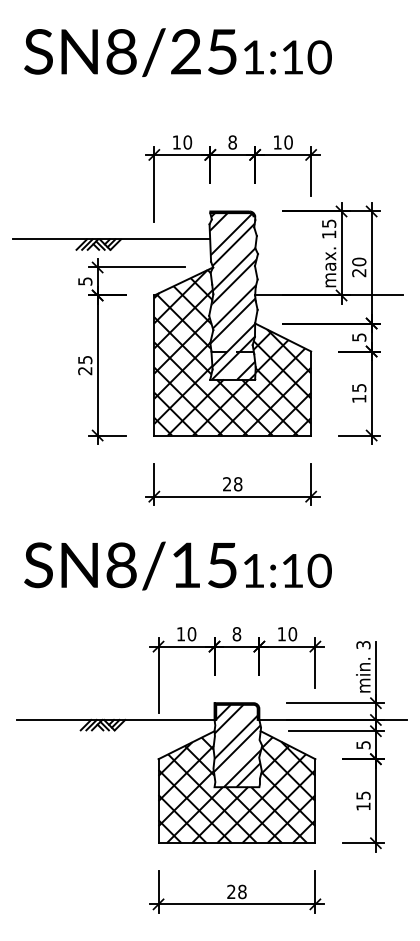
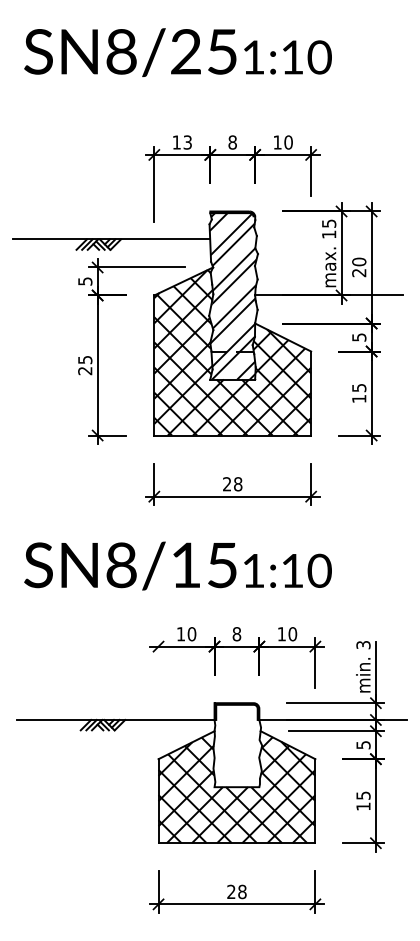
text at (187, 142): 10 -> 13
line at (158, 675): present -> none
hatch at (237, 745): present -> none
